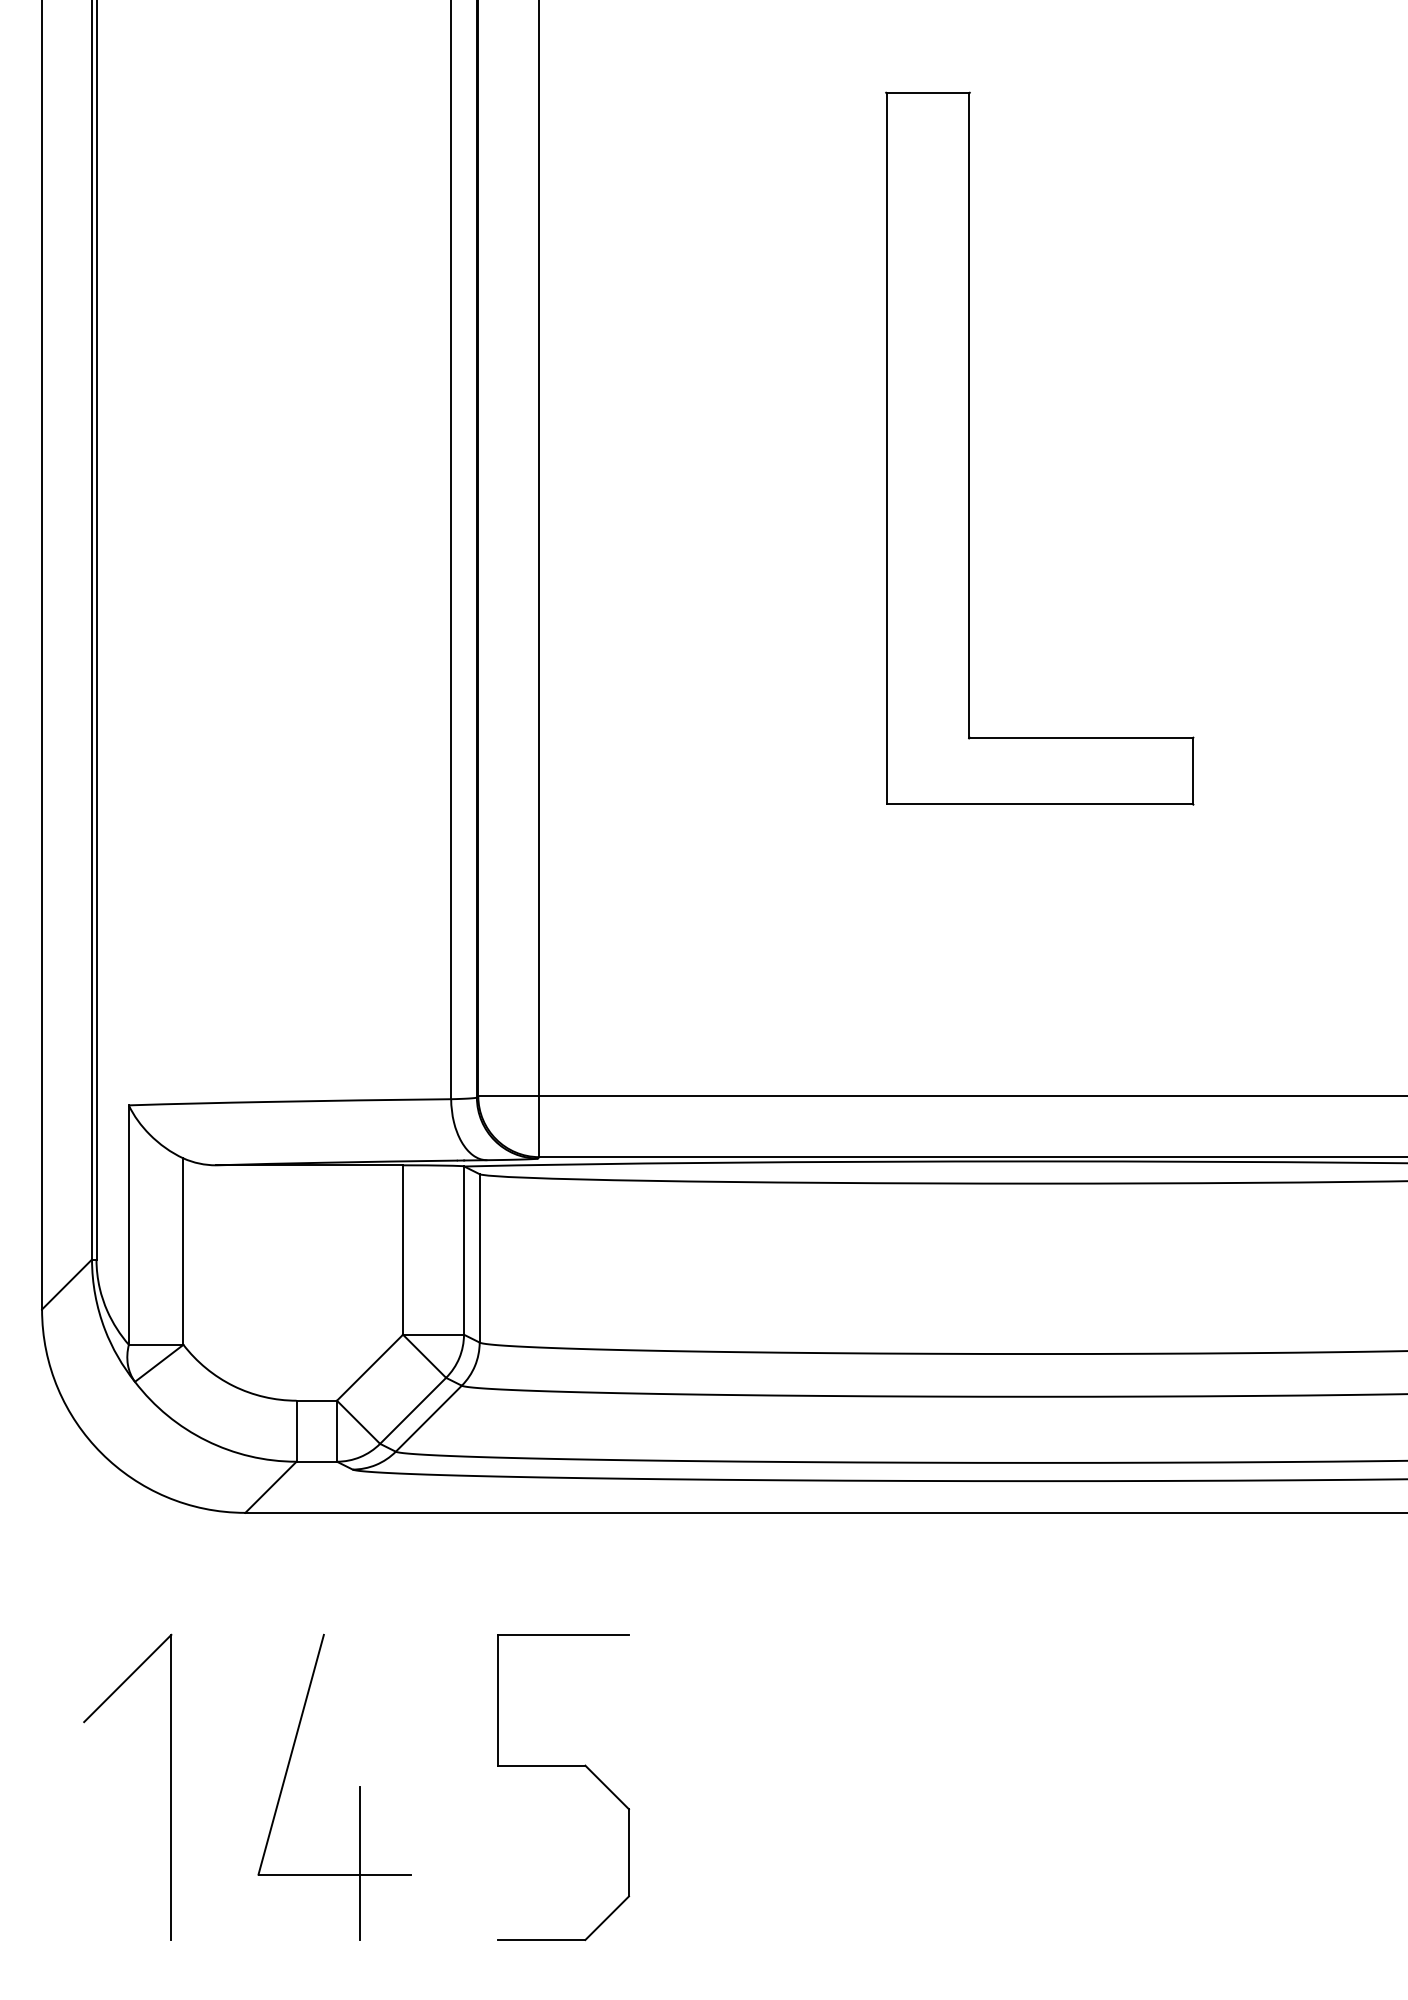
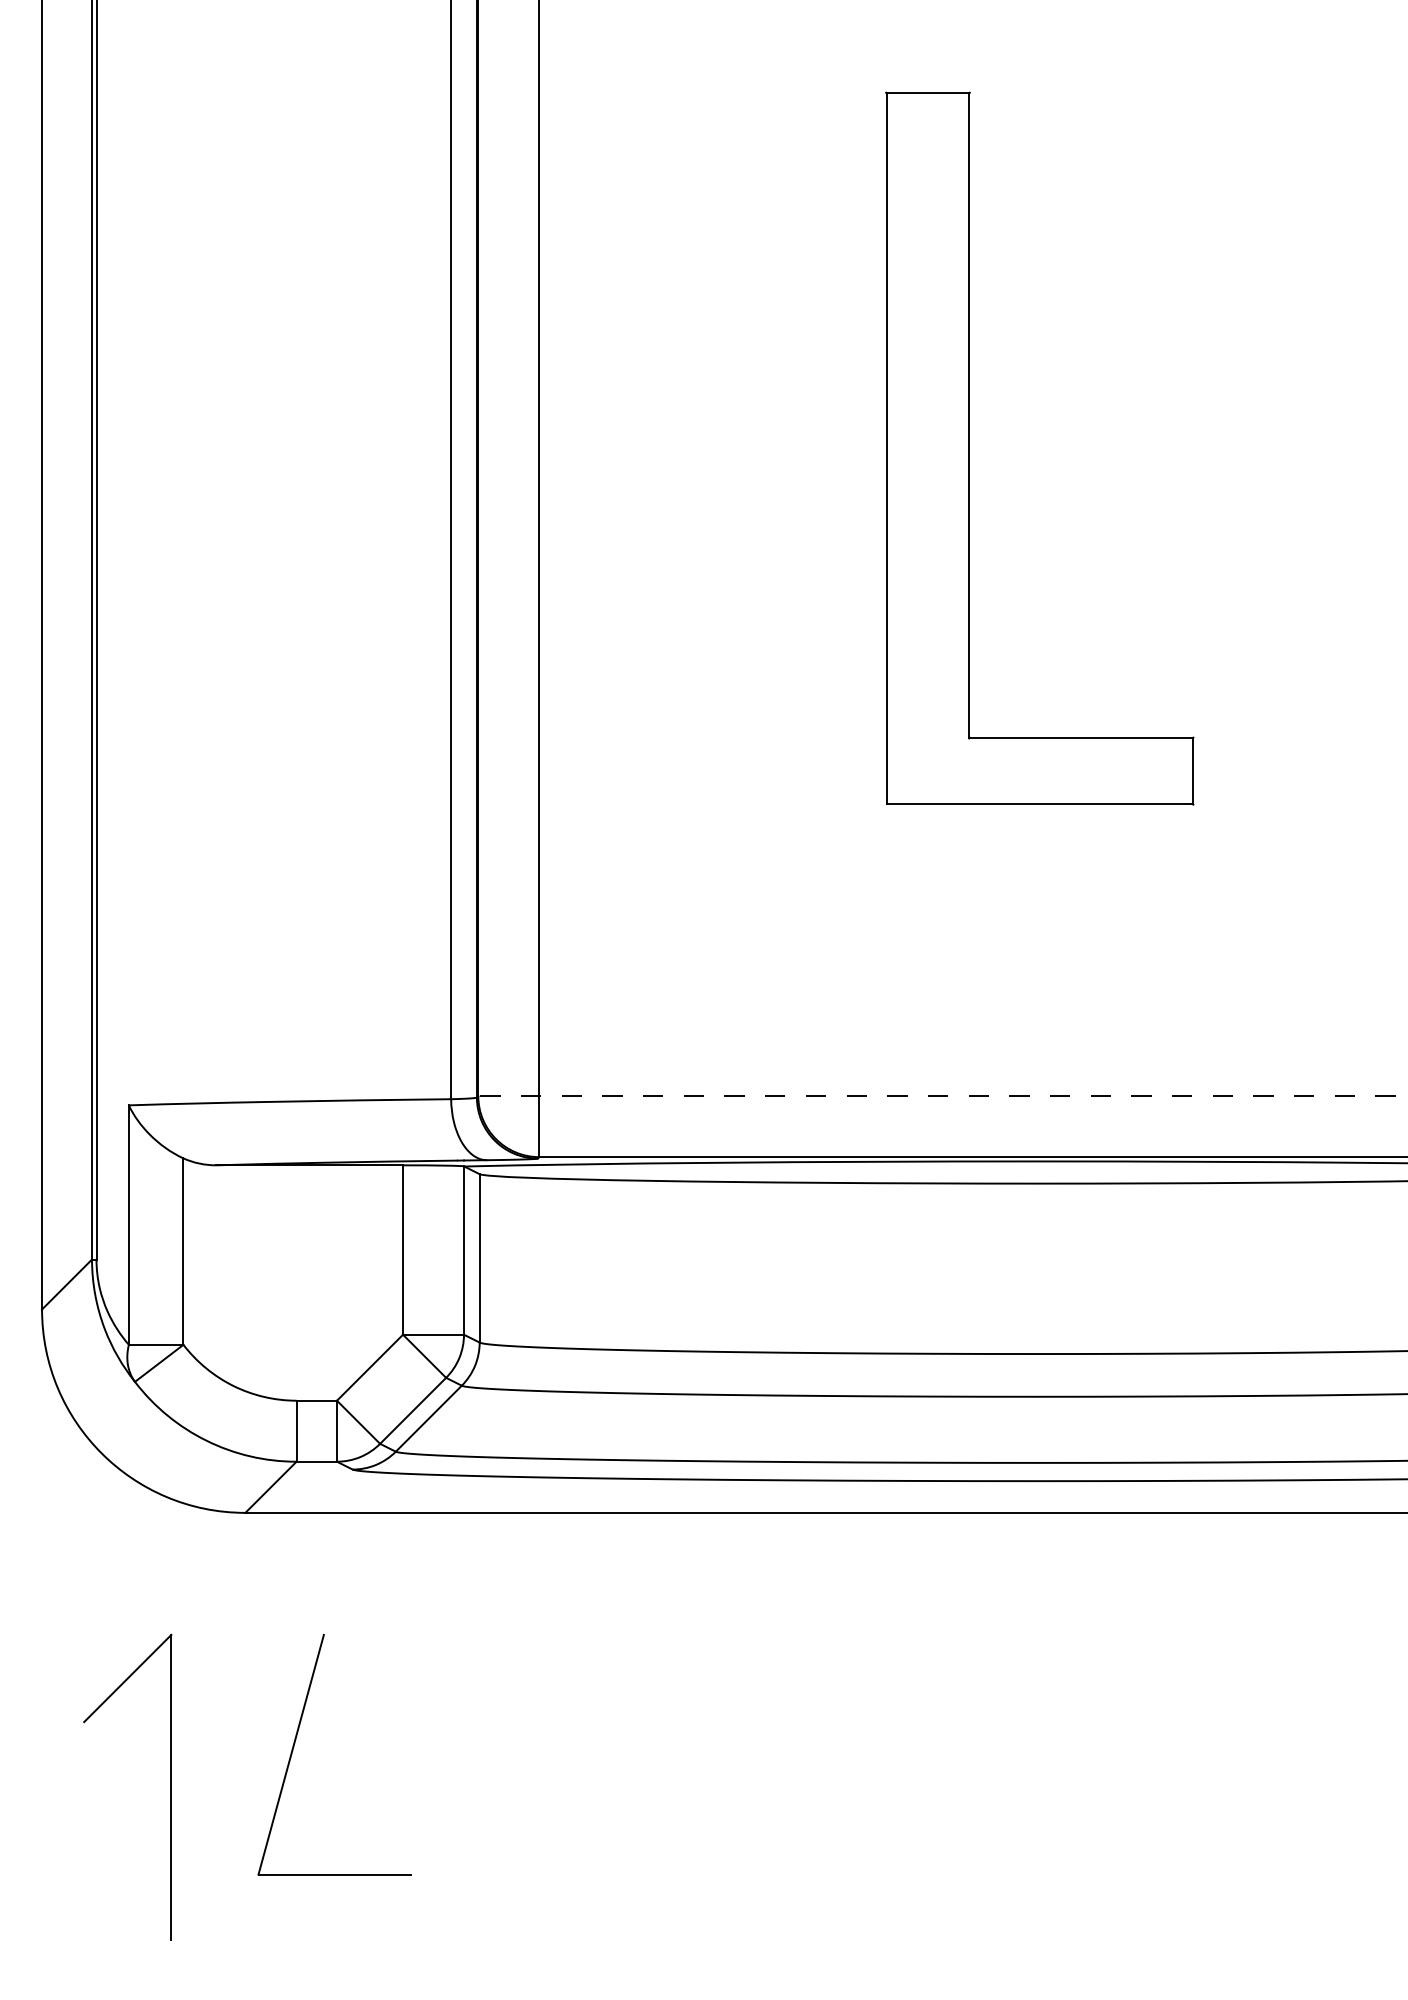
line at (942, 1096): solid -> dashed
part at (563, 1766): present -> none
line at (360, 1863): present -> none
